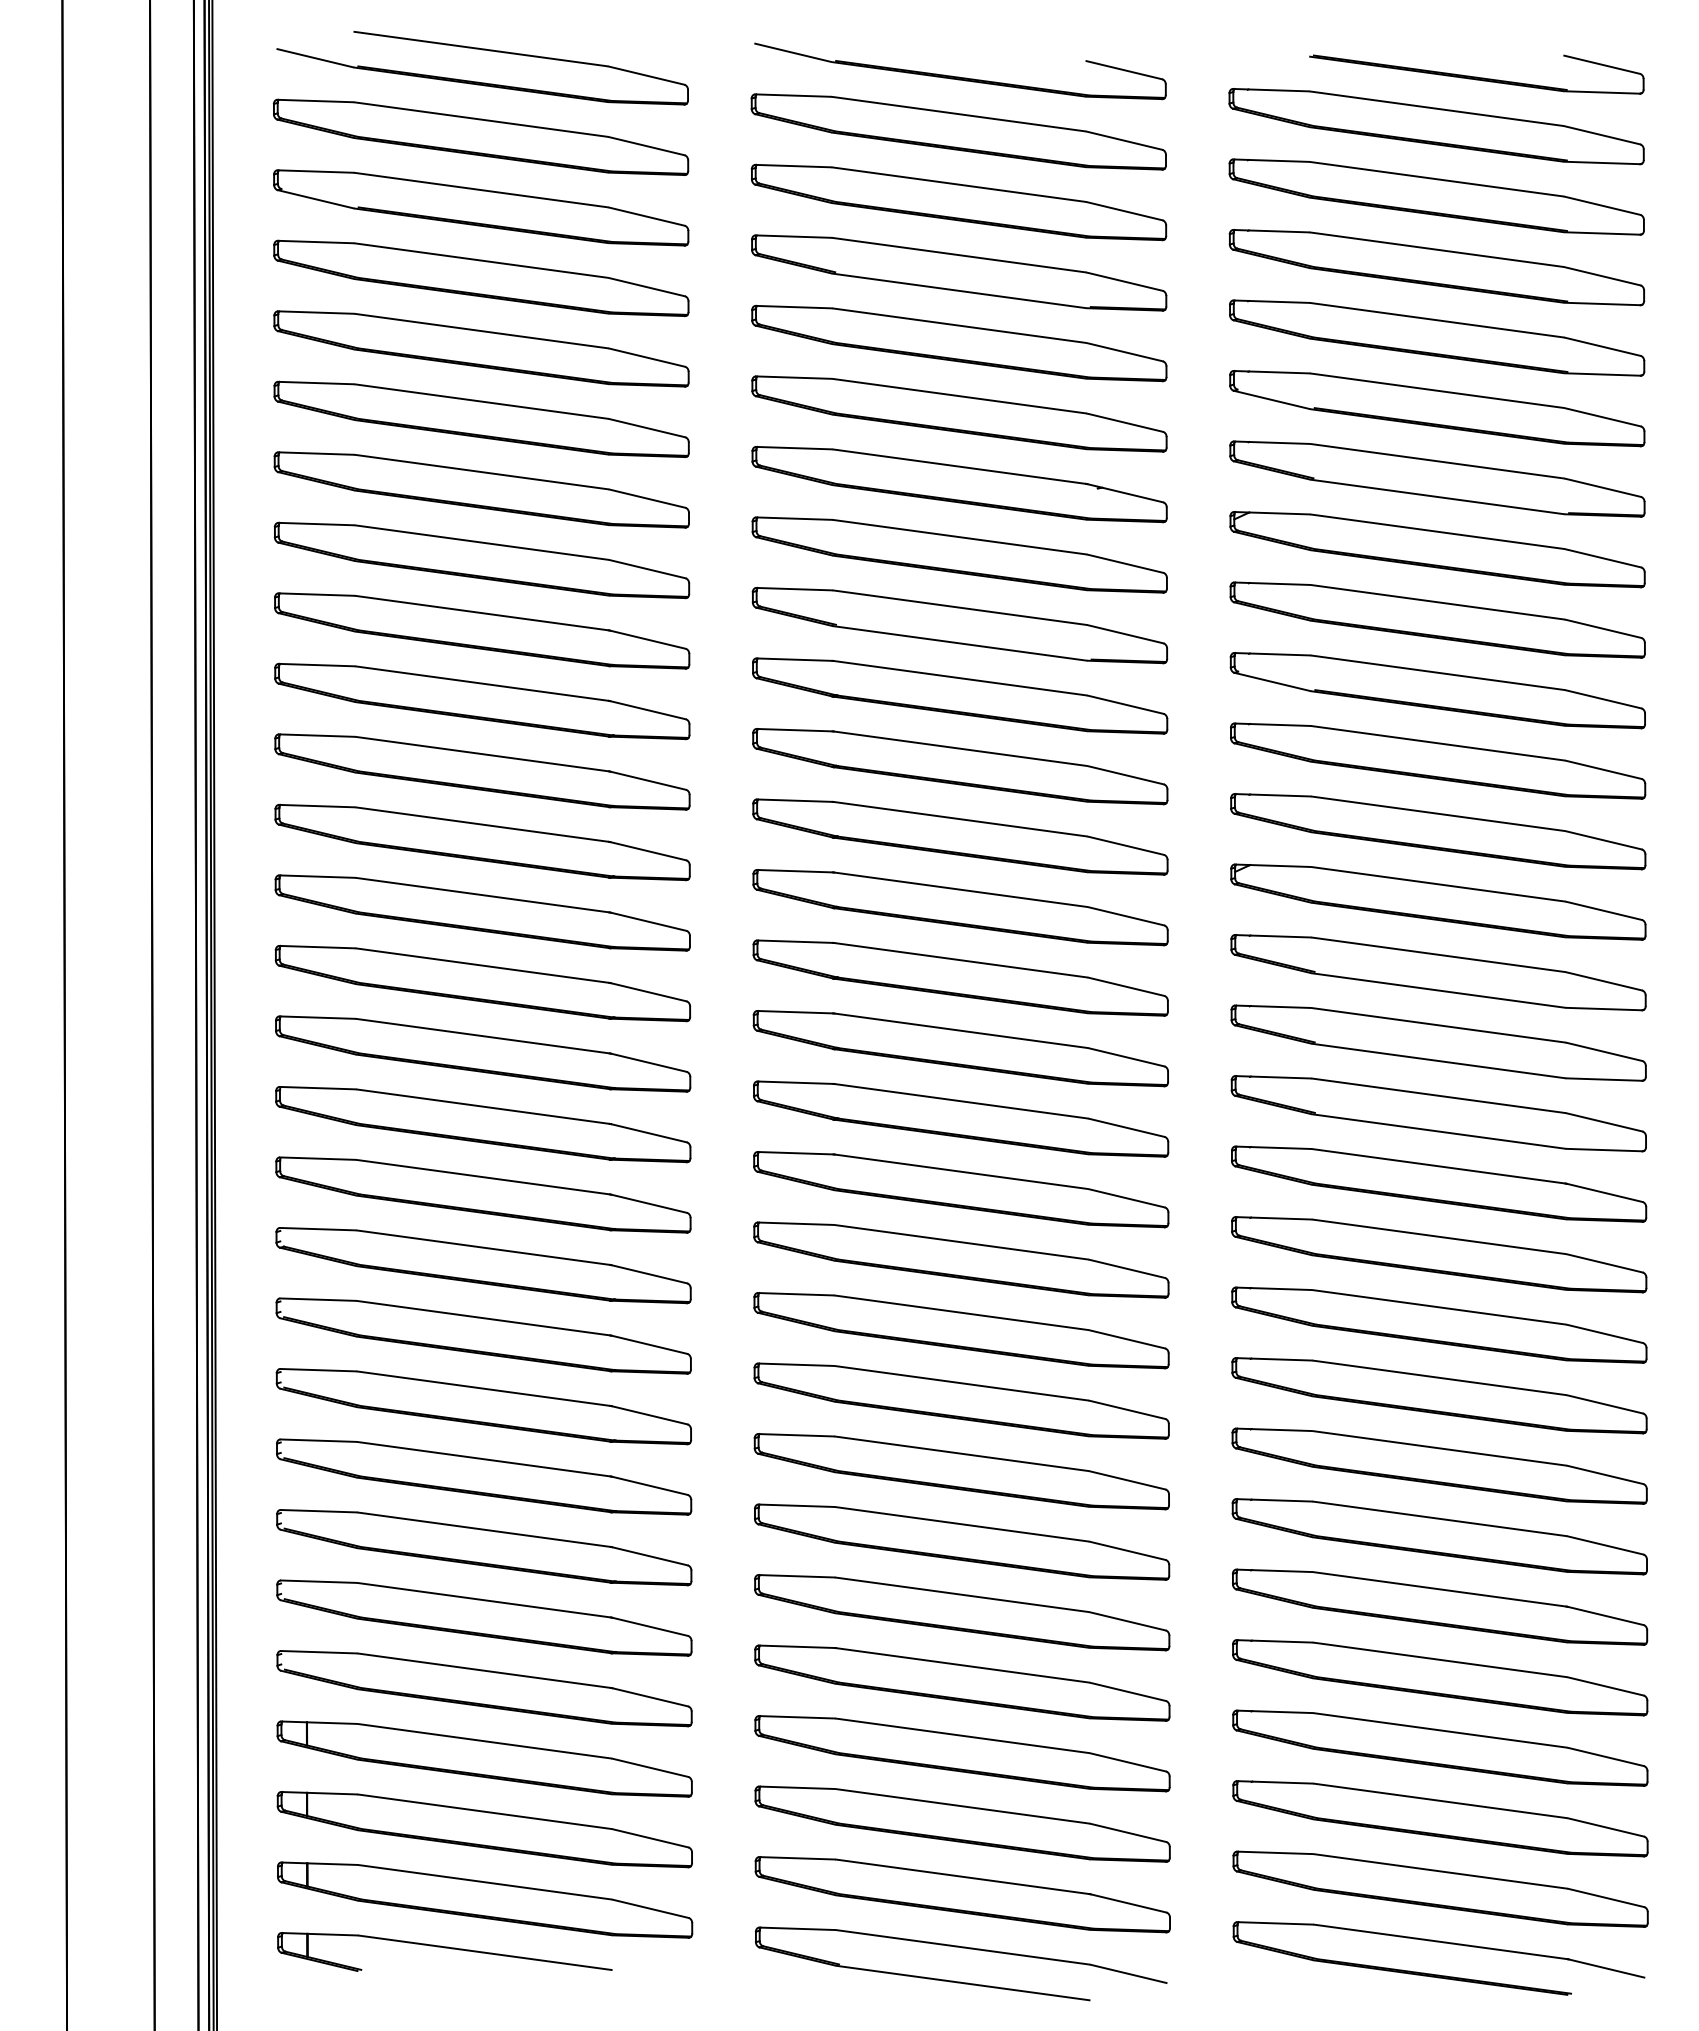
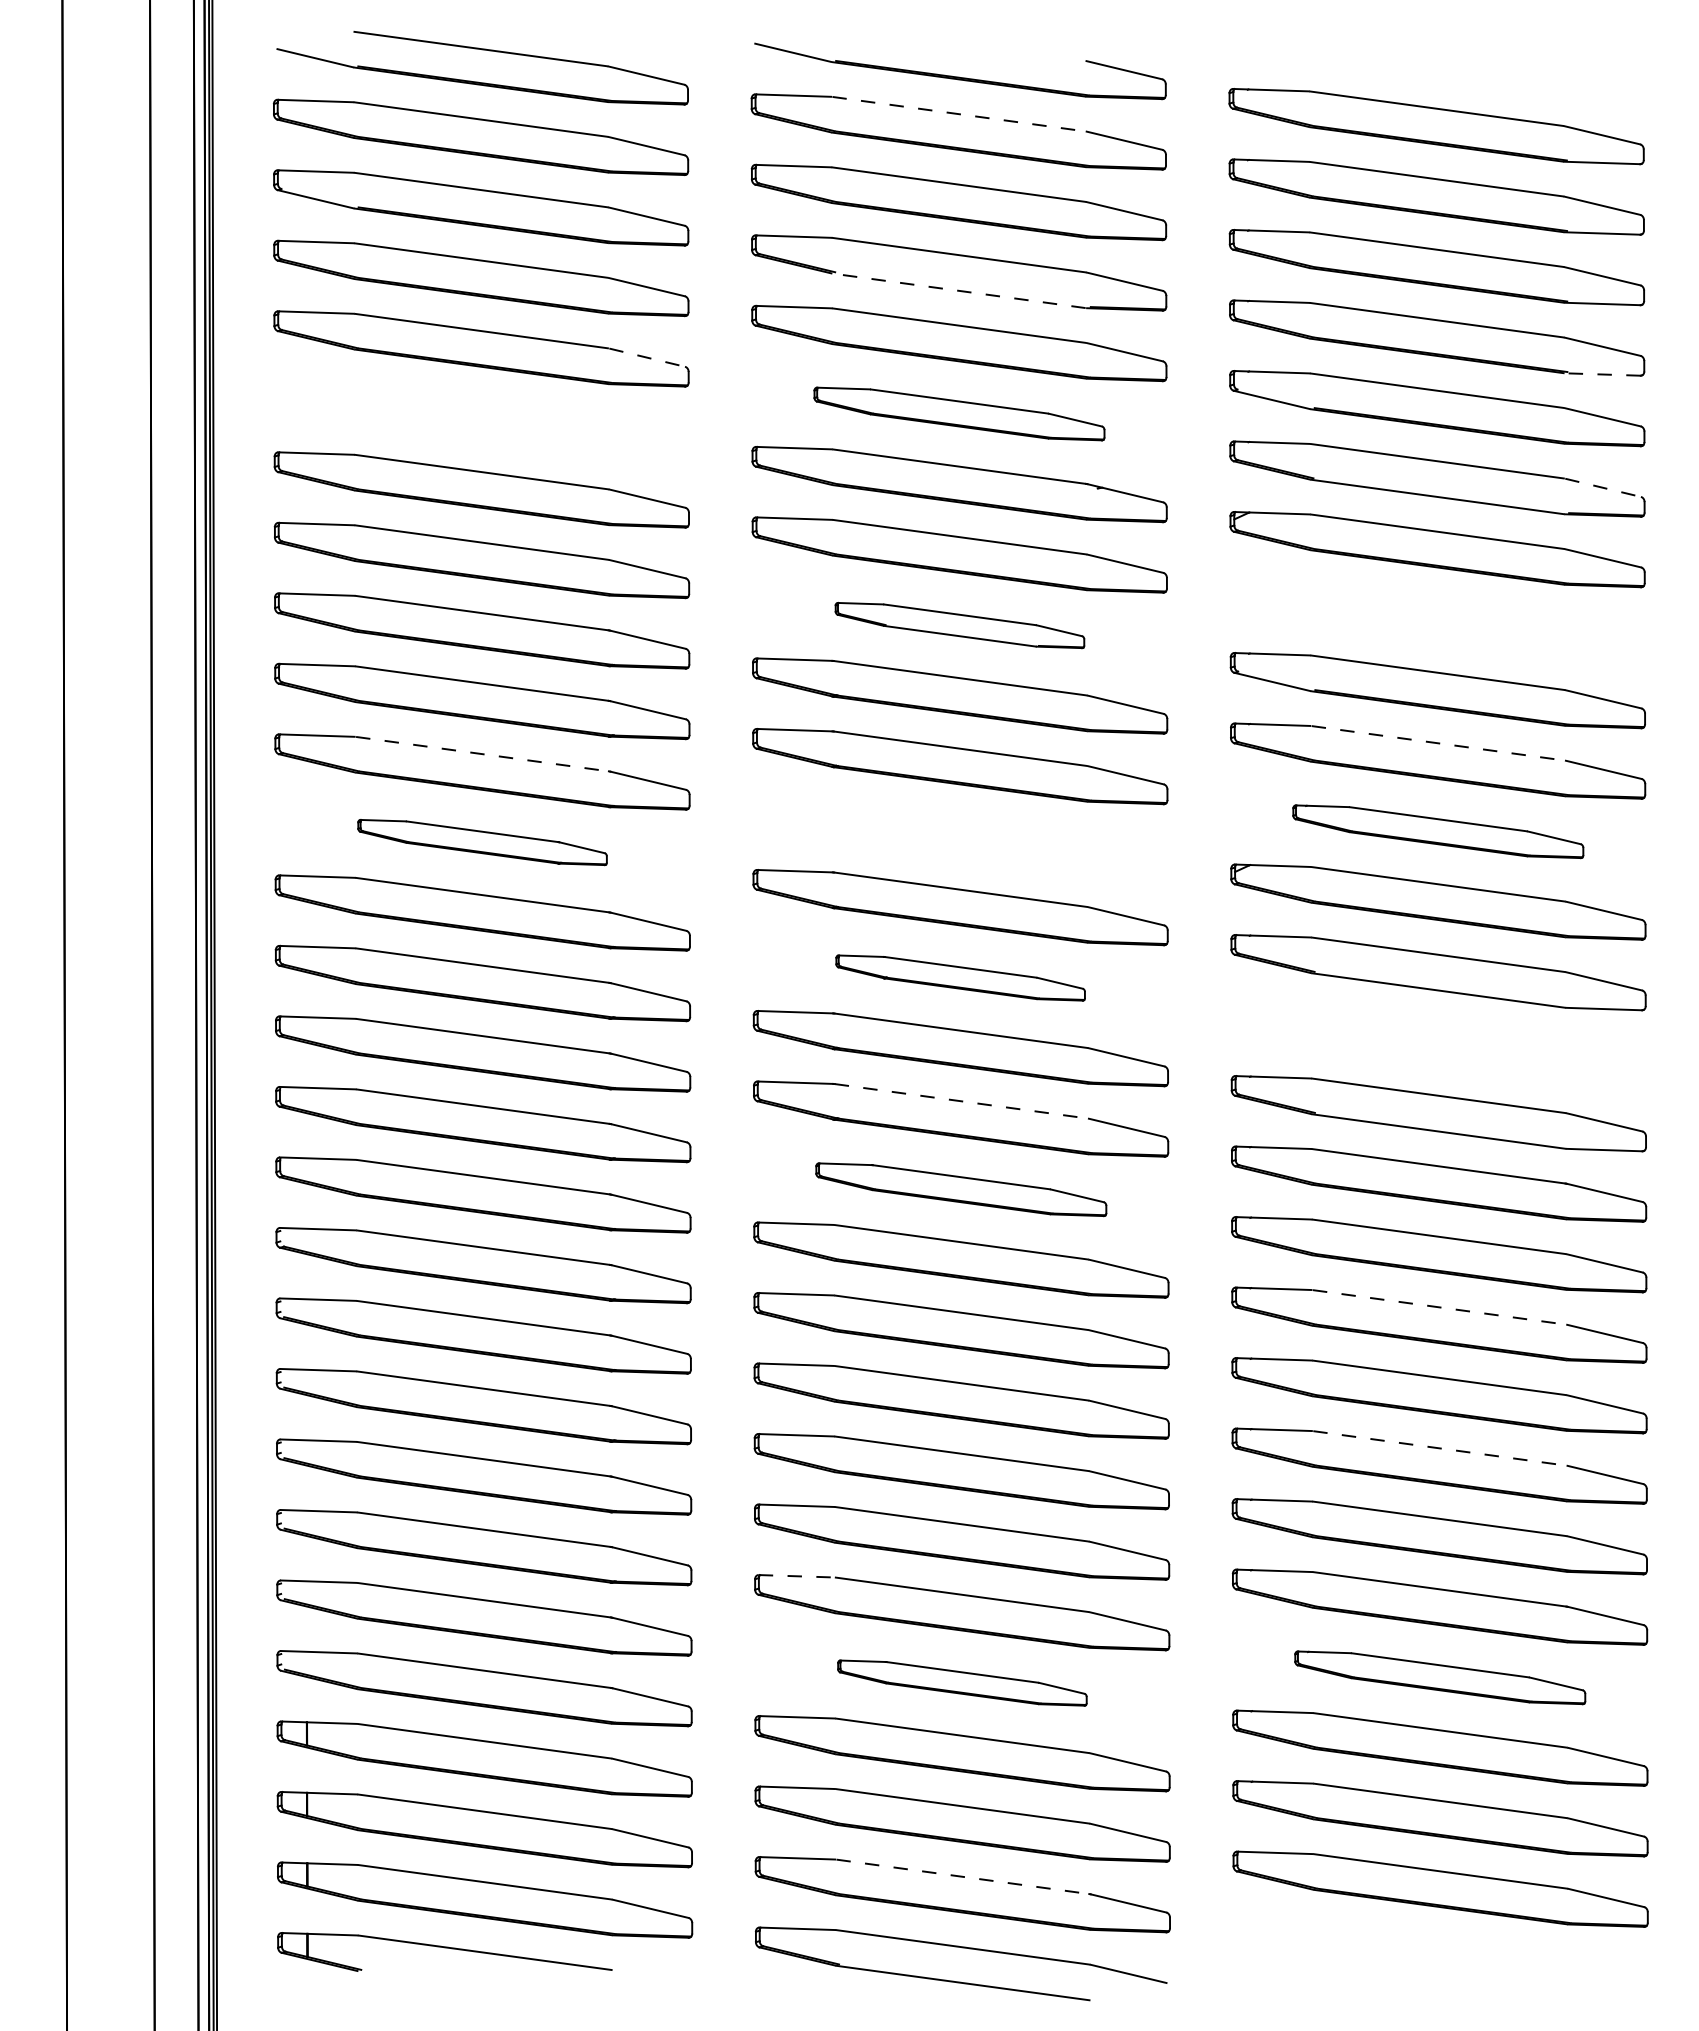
part at (1476, 74): present -> none
line at (958, 114): solid -> dashed
line at (959, 290): solid -> dashed
line at (647, 357): solid -> dashed
line at (1602, 374): solid -> dashed
part at (959, 413) size: 417x78 px -> 293x56 px
part at (481, 418): present -> none
line at (1603, 487): solid -> dashed
part at (1437, 619): present -> none
part at (959, 625) size: 418x79 px -> 252x49 px
line at (1438, 743): solid -> dashed
line at (482, 754): solid -> dashed
part at (1438, 831) size: 417x78 px -> 293x56 px
part at (960, 836): present -> none
part at (482, 842) size: 417x79 px -> 251x48 px
part at (960, 977) size: 417x78 px -> 251x48 px
part at (1438, 1042): present -> none
line at (961, 1101): solid -> dashed
part at (961, 1189) size: 417x78 px -> 293x56 px
line at (1439, 1307): solid -> dashed
line at (1439, 1448): solid -> dashed
line at (796, 1576): solid -> dashed
part at (1440, 1677) size: 417x78 px -> 293x56 px
part at (962, 1682) size: 417x78 px -> 251x48 px
line at (962, 1876): solid -> dashed
part at (1443, 1943): present -> none
